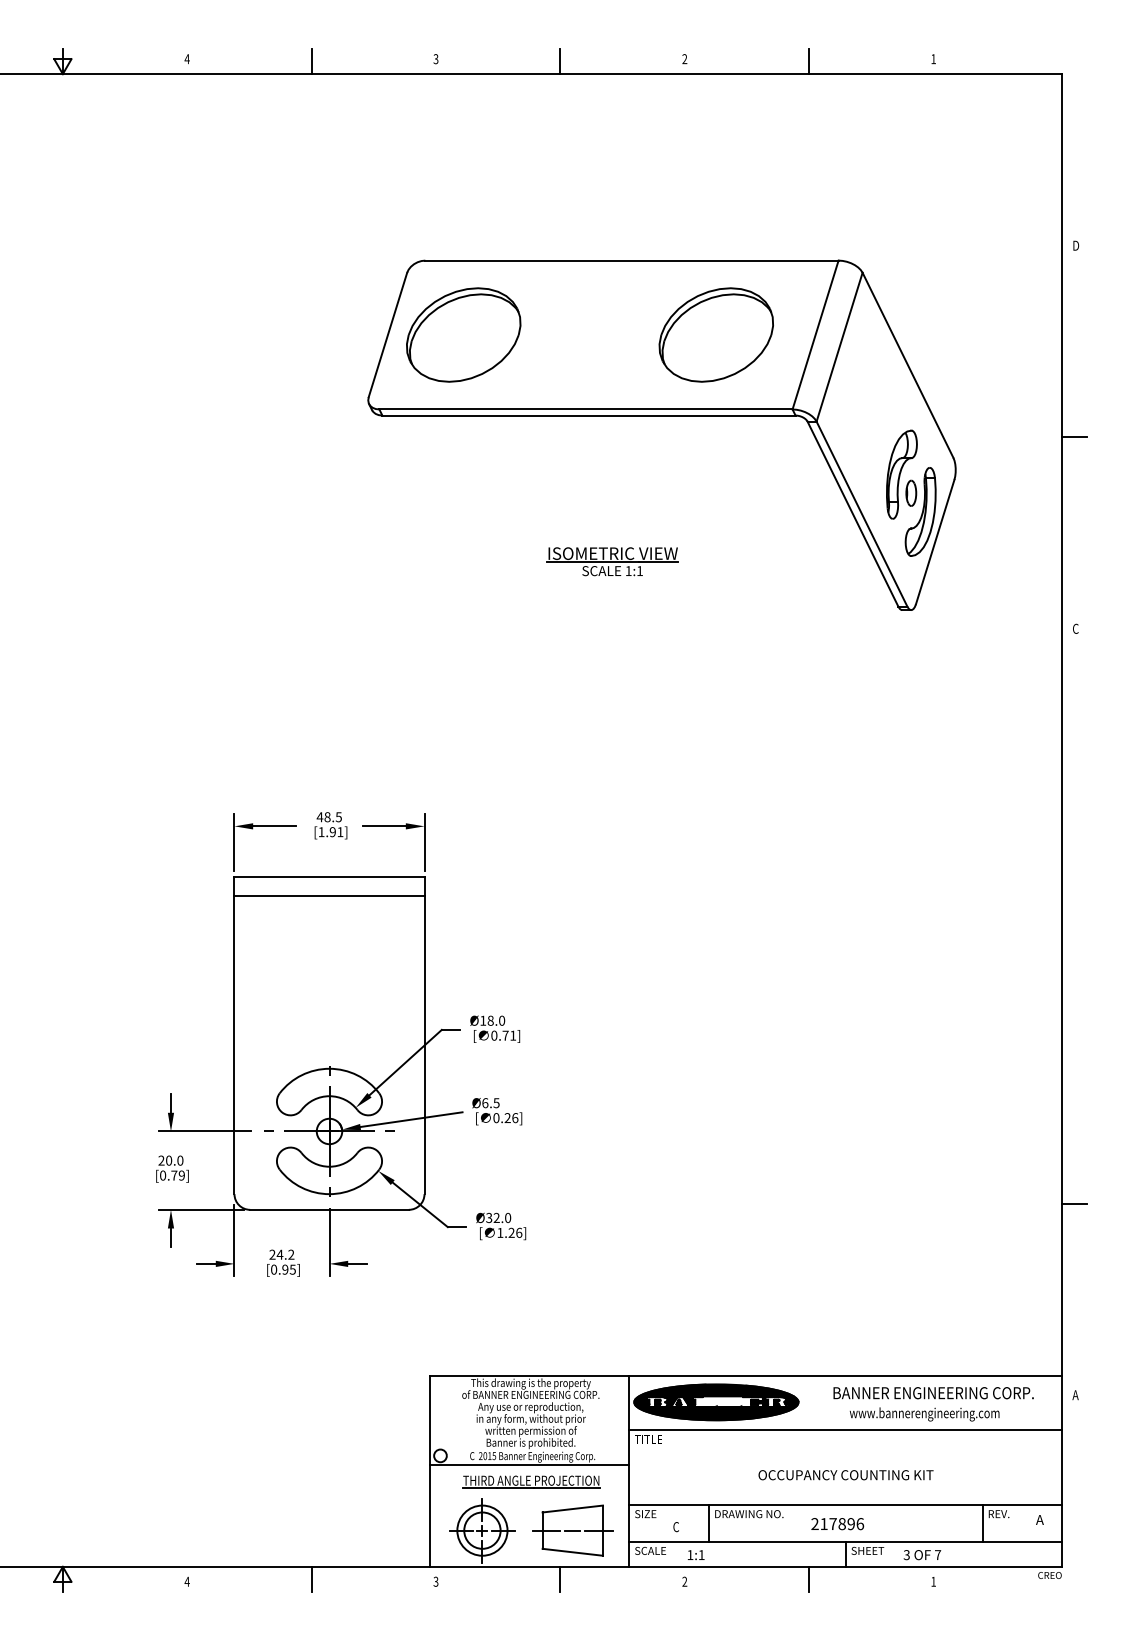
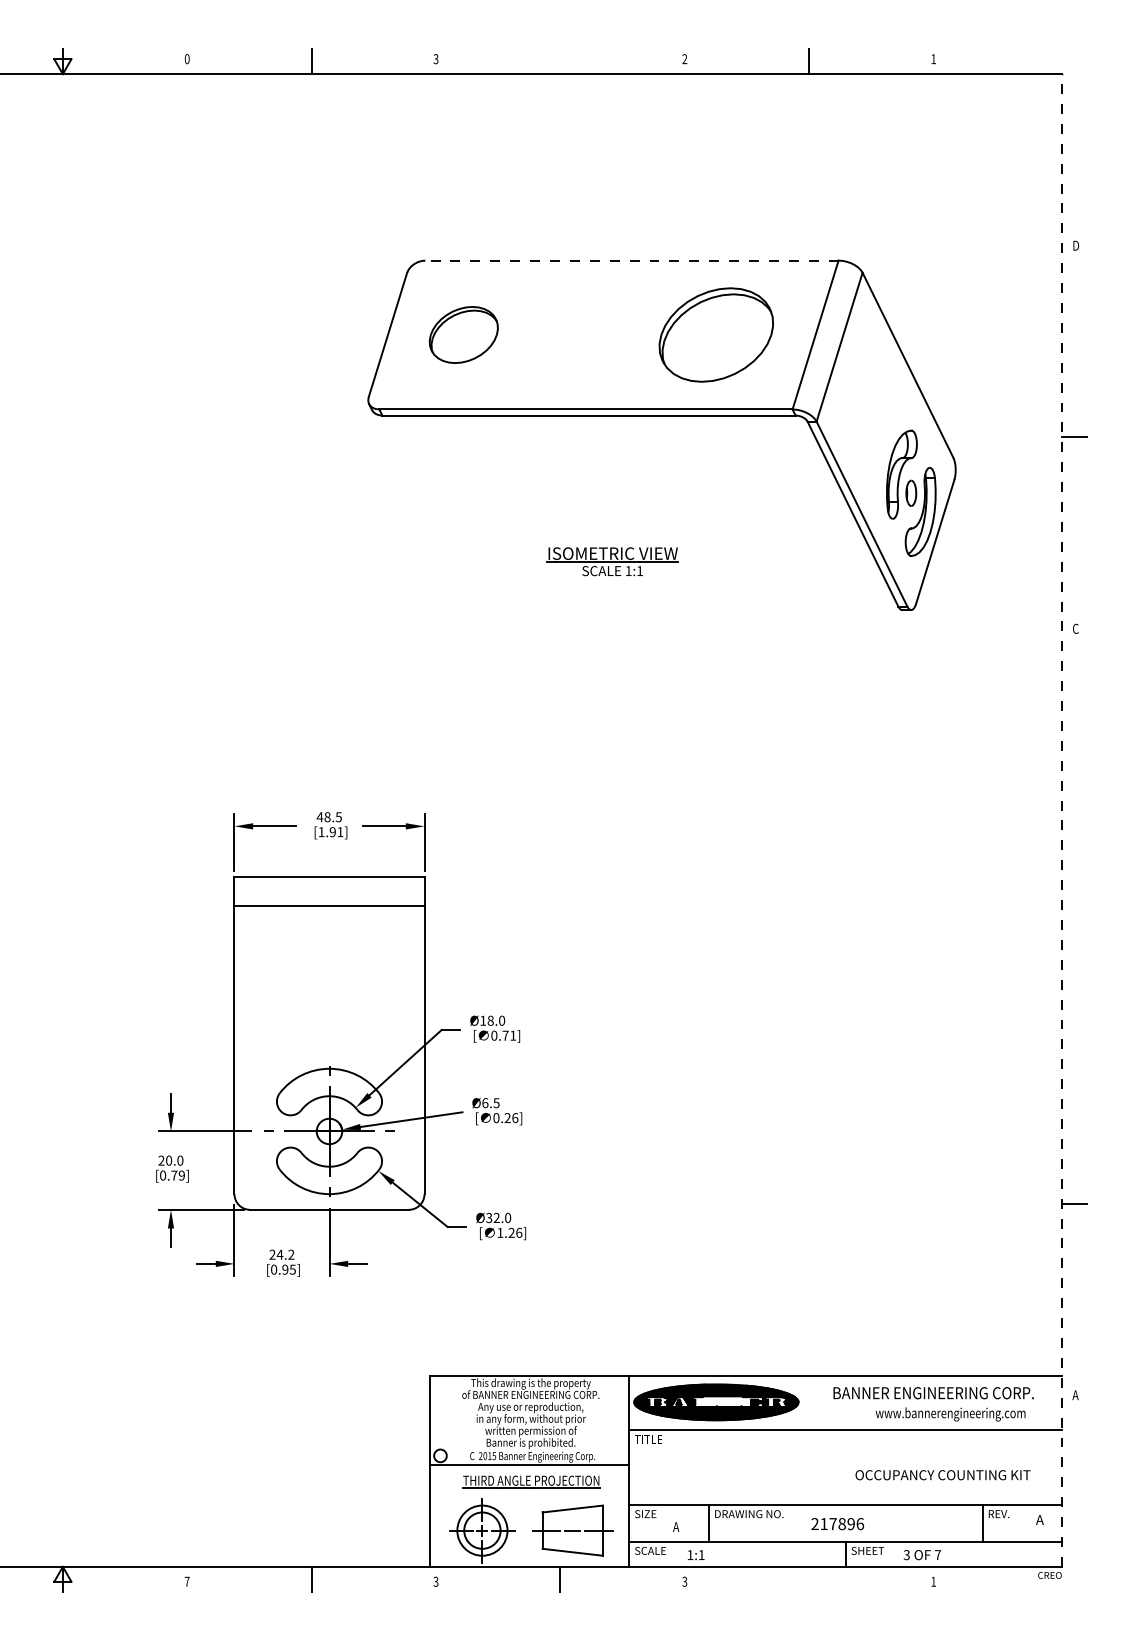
text at (186, 59): 4 -> 0
line at (560, 61): present -> none
line at (631, 260): solid -> dashed
part at (463, 334) size: 116x96 px -> 71x58 px
line at (1062, 820): solid -> dashed
line at (329, 896) position: (329, 896) -> (329, 906)
text at (924, 1414) position: (924, 1414) -> (950, 1414)
text at (845, 1475) position: (845, 1475) -> (942, 1475)
text at (676, 1527): C -> A
line at (809, 1578): present -> none
text at (186, 1581): 4 -> 7
text at (684, 1581): 2 -> 3
